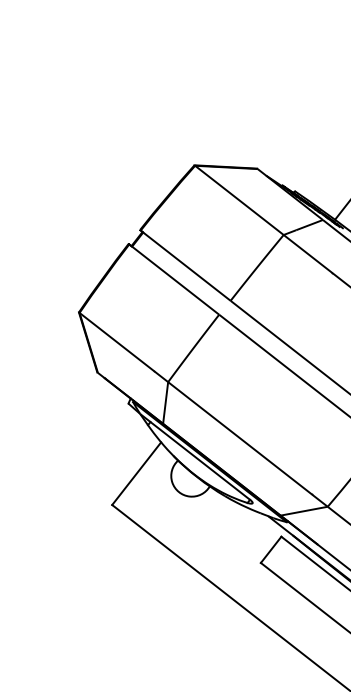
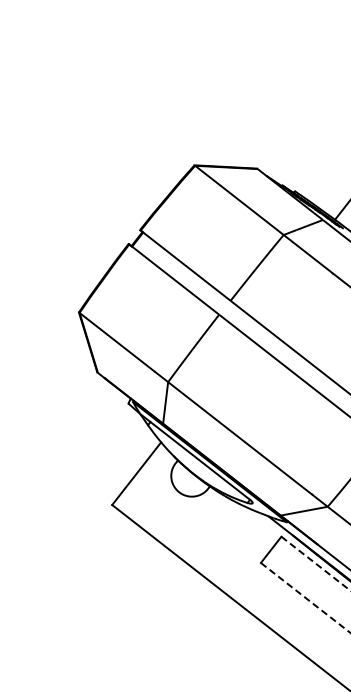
line at (315, 563): solid -> dashed
line at (305, 598): solid -> dashed
